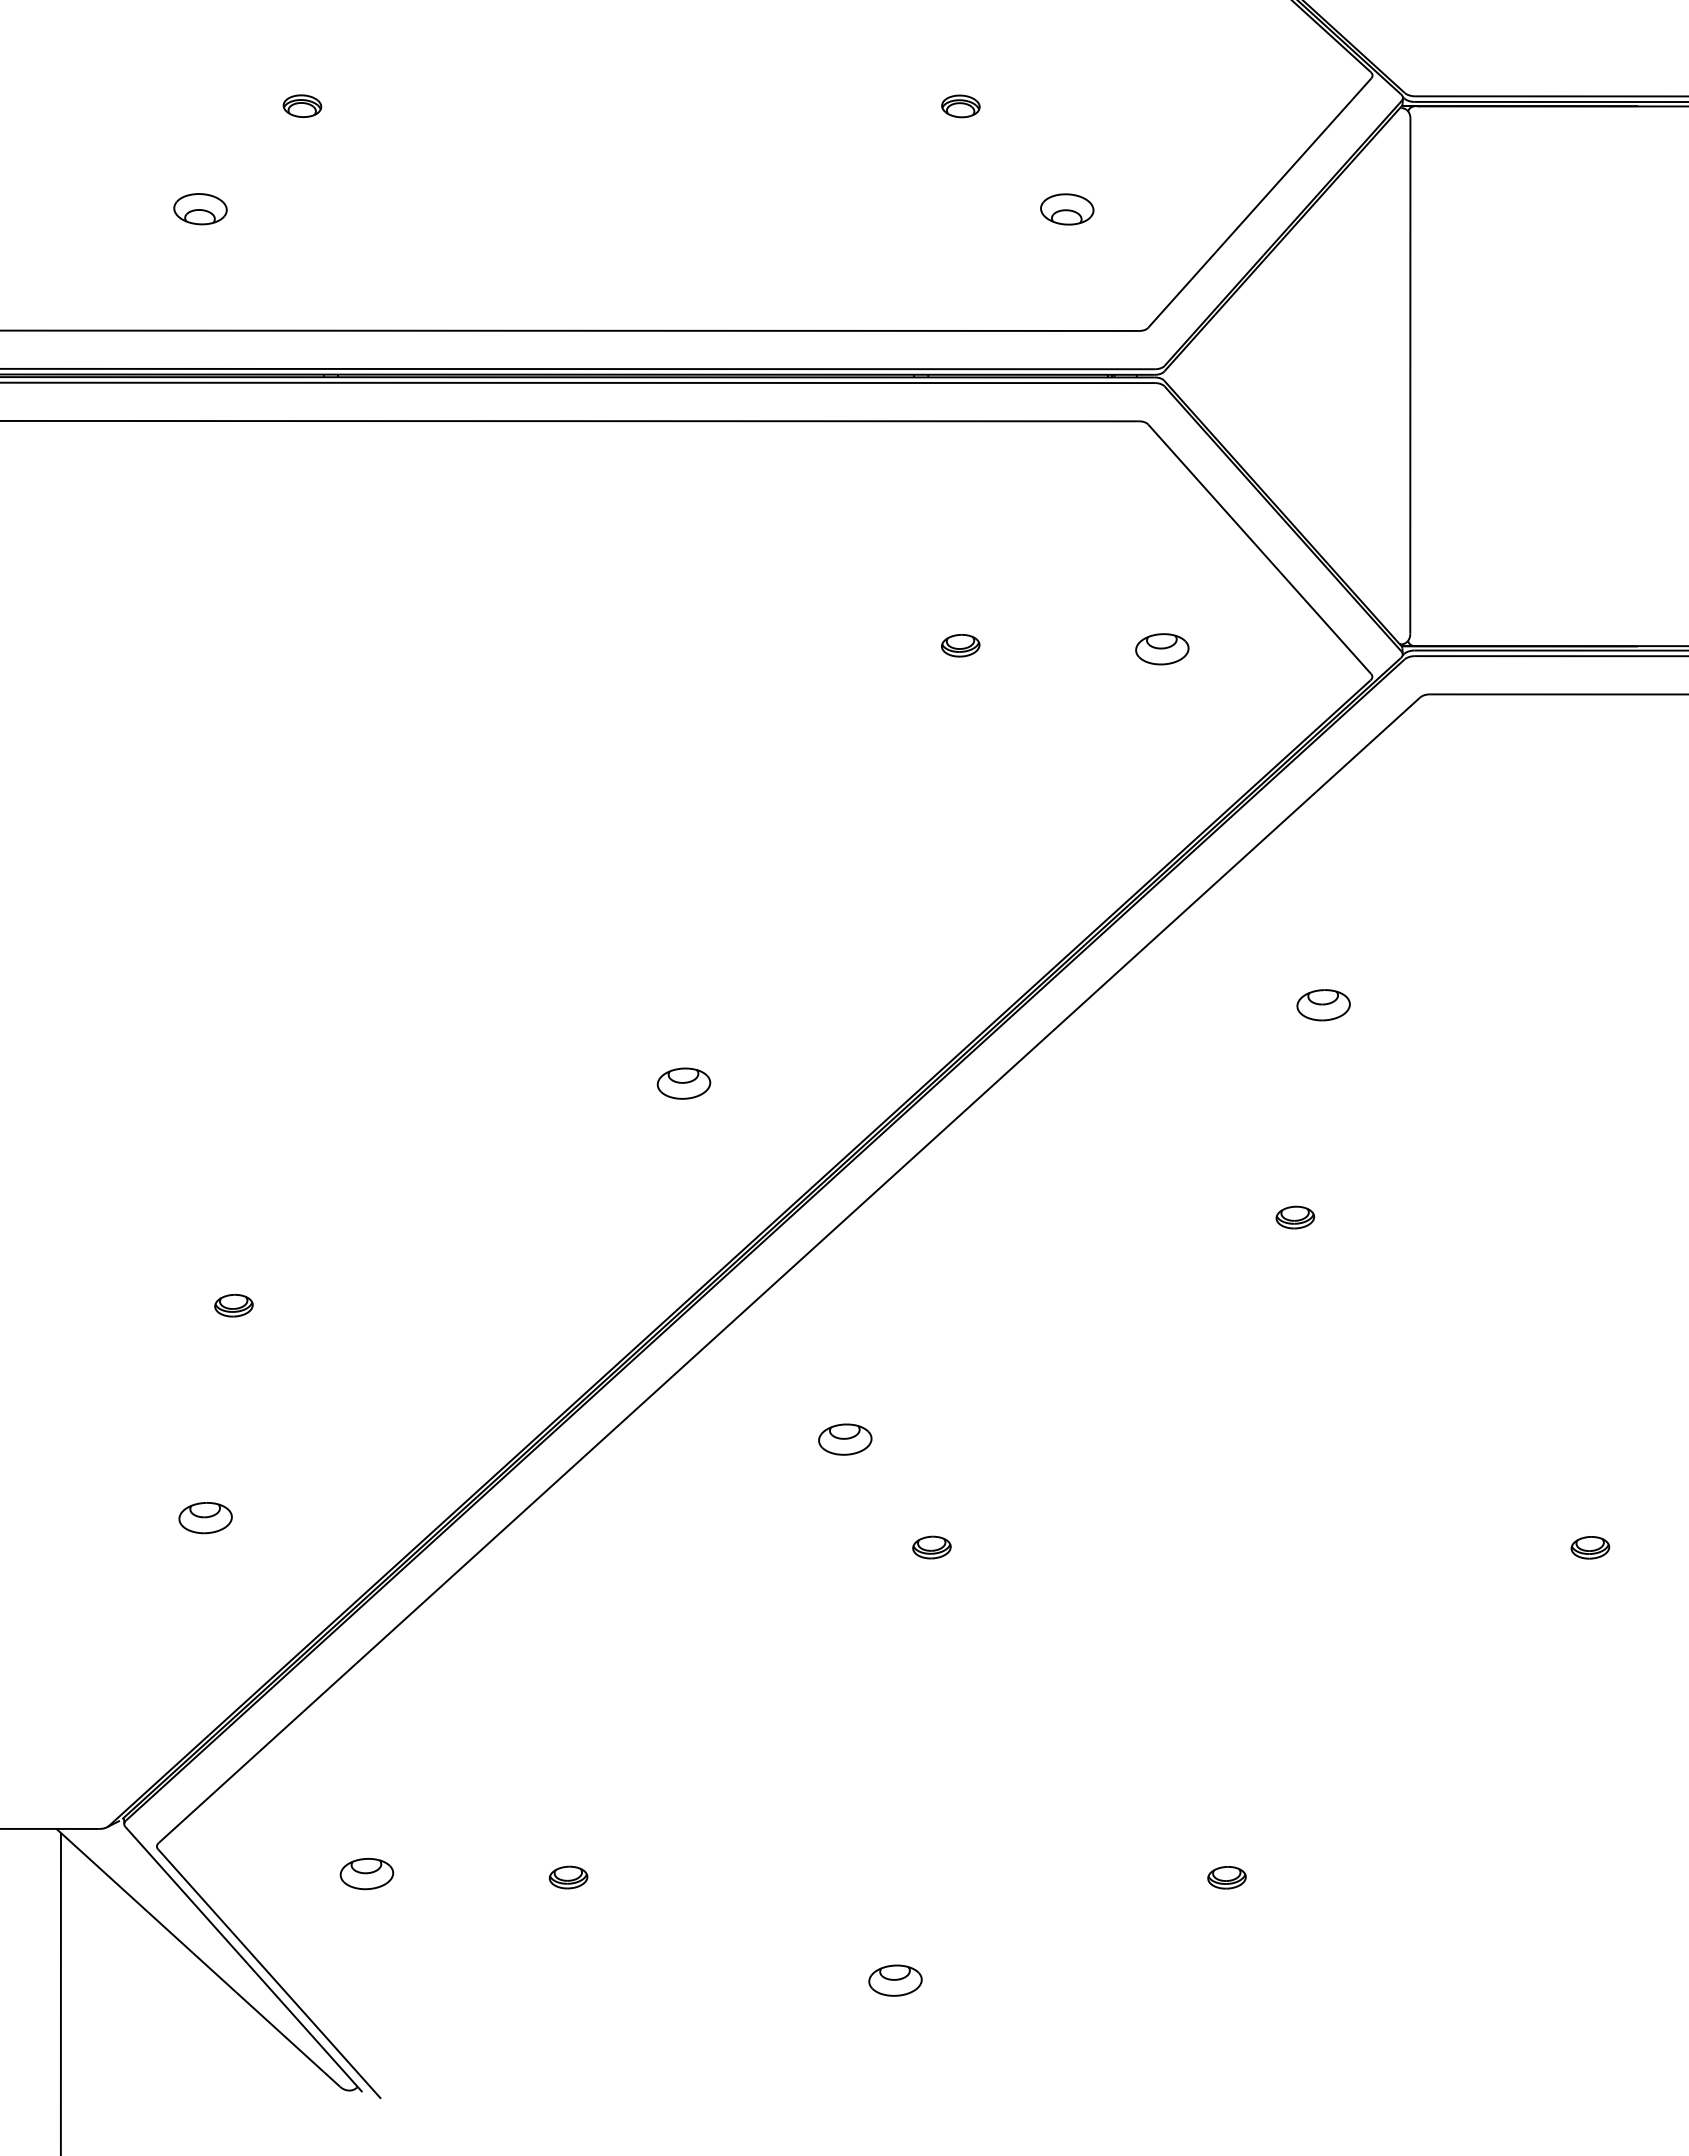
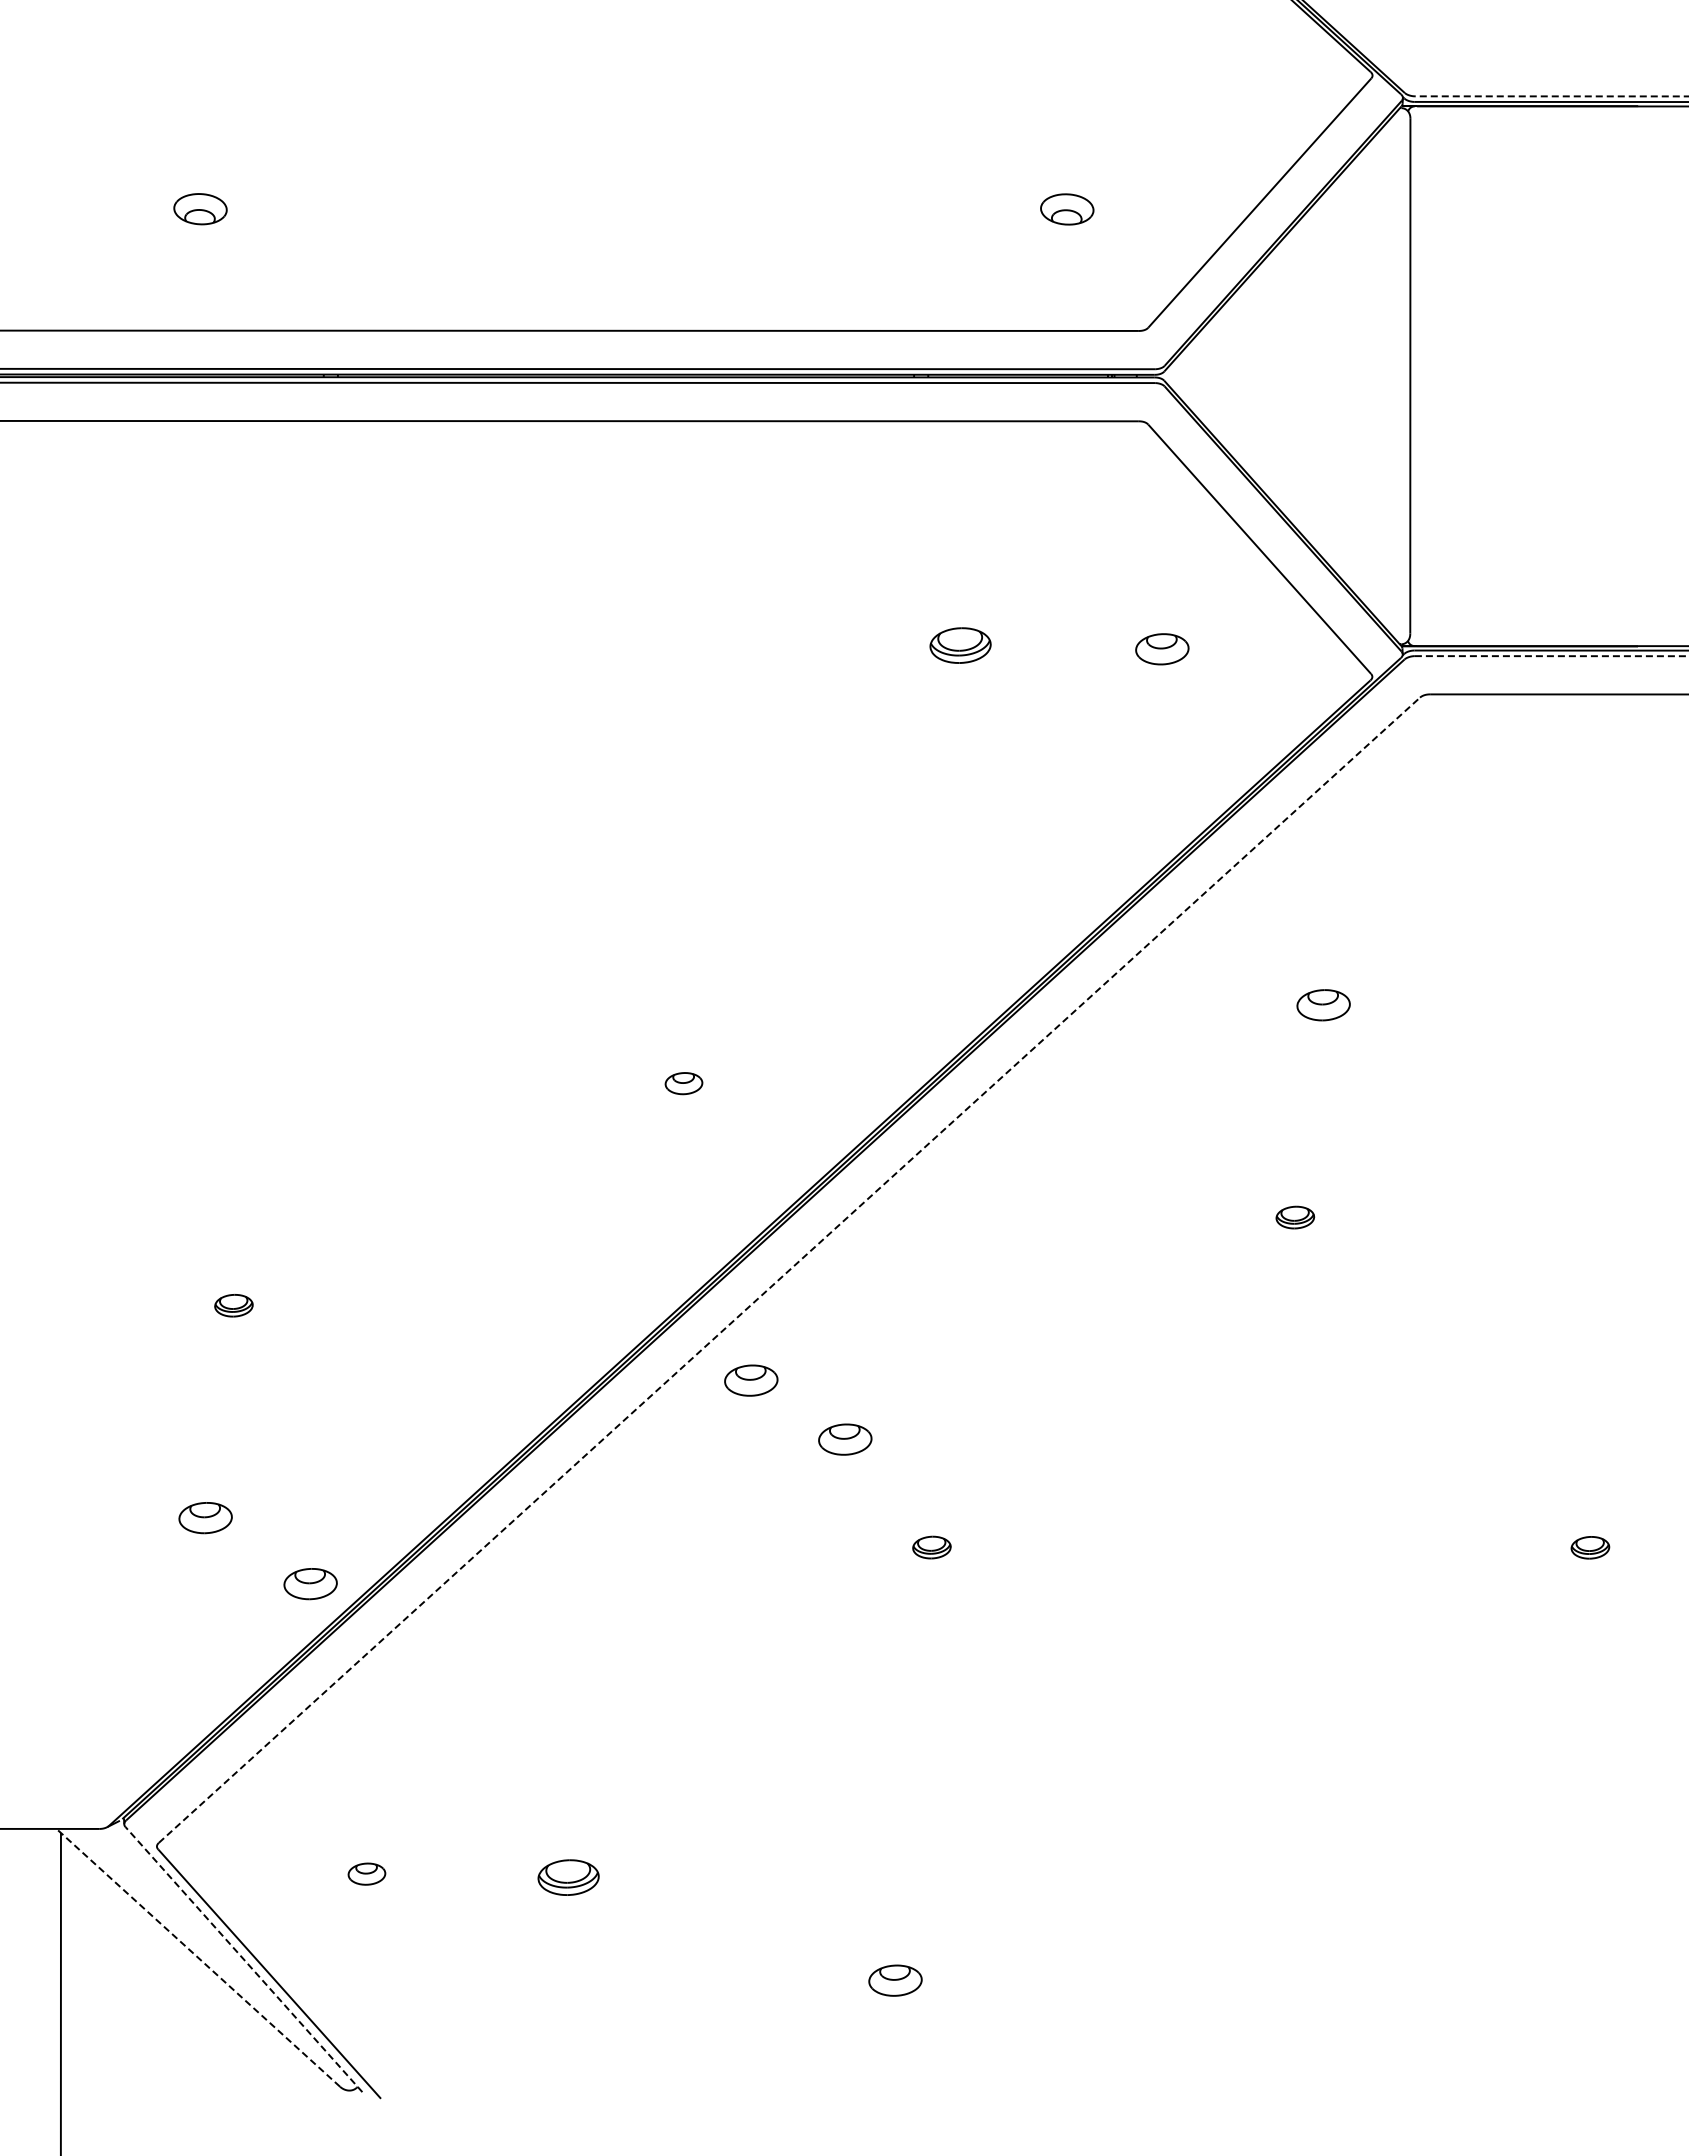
line at (1551, 96): solid -> dashed
part at (302, 105): present -> none
part at (960, 106): present -> none
part at (960, 645) size: 40x24 px -> 63x37 px
line at (1551, 656): solid -> dashed
part at (683, 1083) size: 56x33 px -> 40x24 px
line at (789, 1270): solid -> dashed
part at (751, 1380): none -> present
part at (310, 1584): none -> present
part at (366, 1874) size: 56x33 px -> 40x24 px
part at (568, 1877) size: 41x25 px -> 63x37 px
part at (1226, 1877): present -> none
line at (198, 1957): solid -> dashed
line at (243, 1959): solid -> dashed
